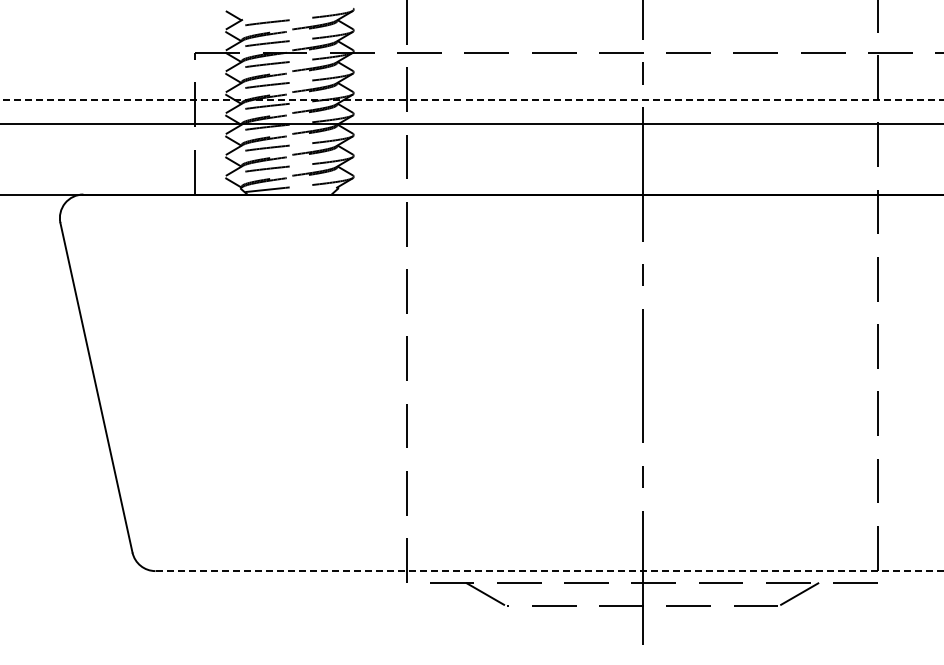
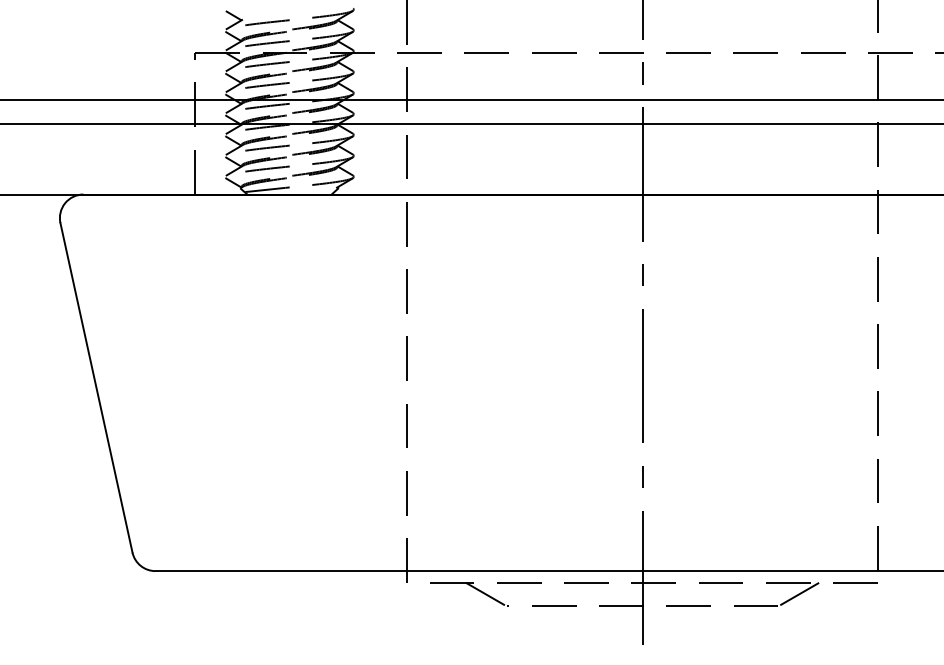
line at (472, 100): dashed -> solid
line at (550, 571): dashed -> solid
